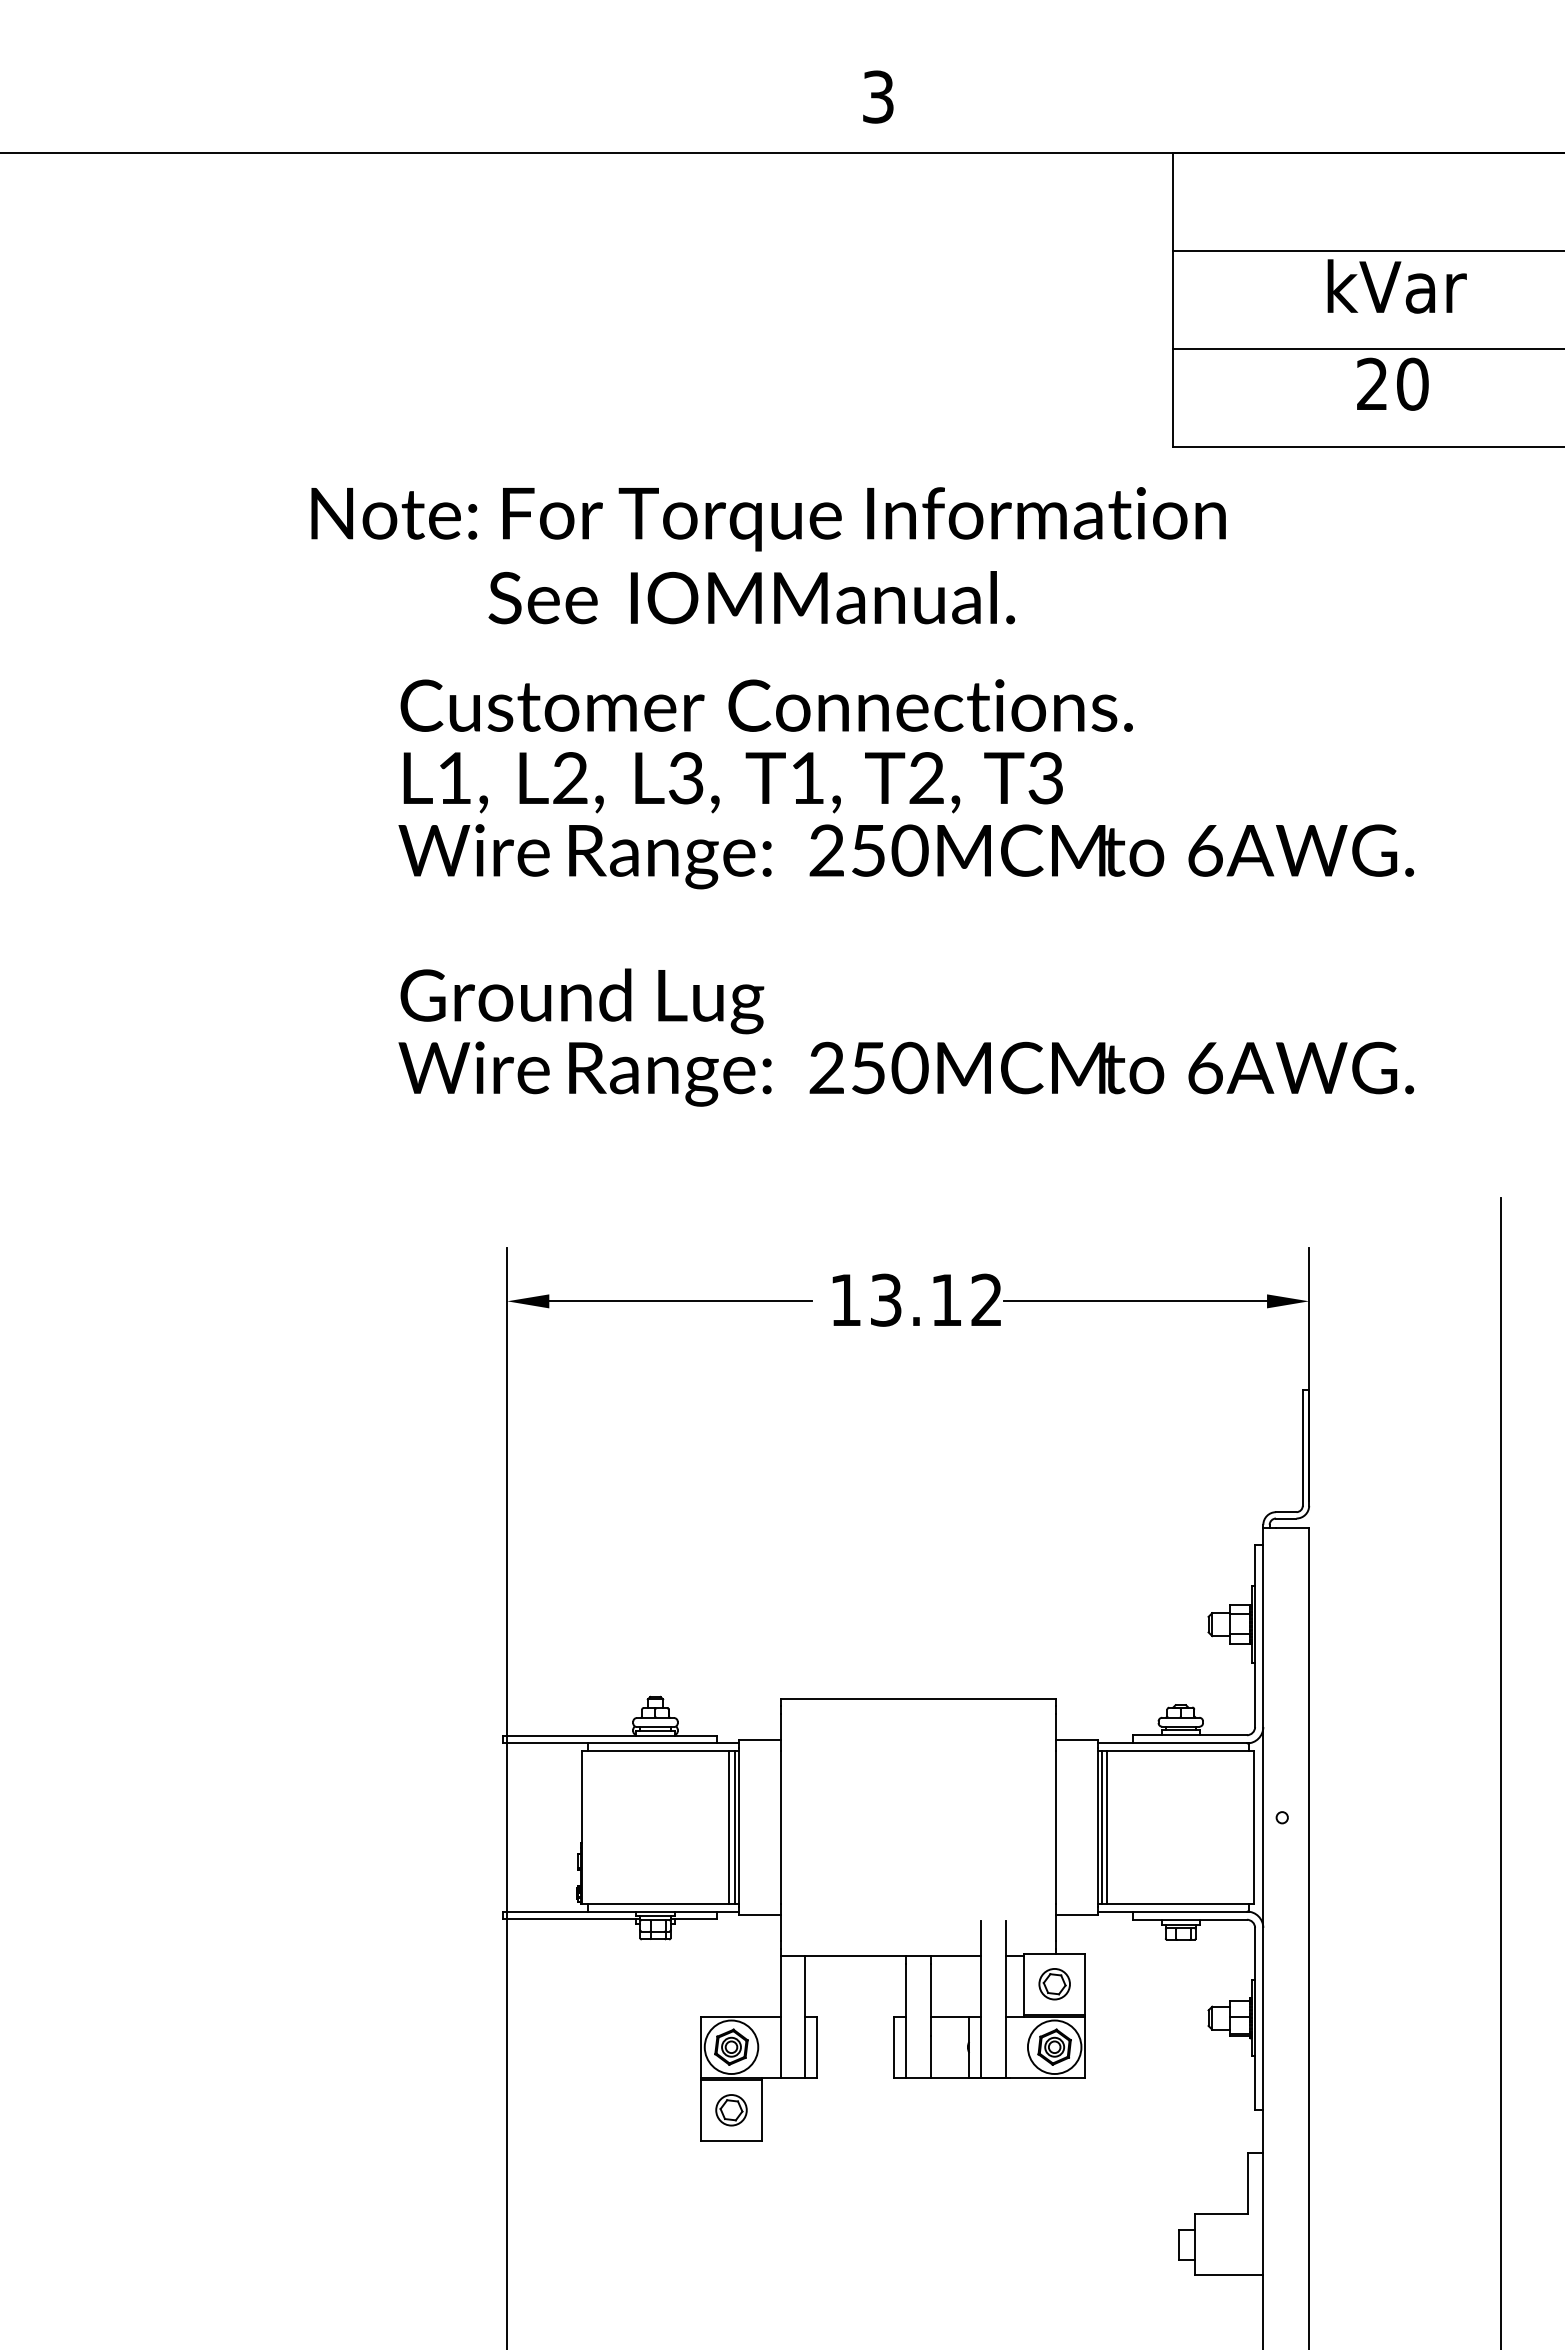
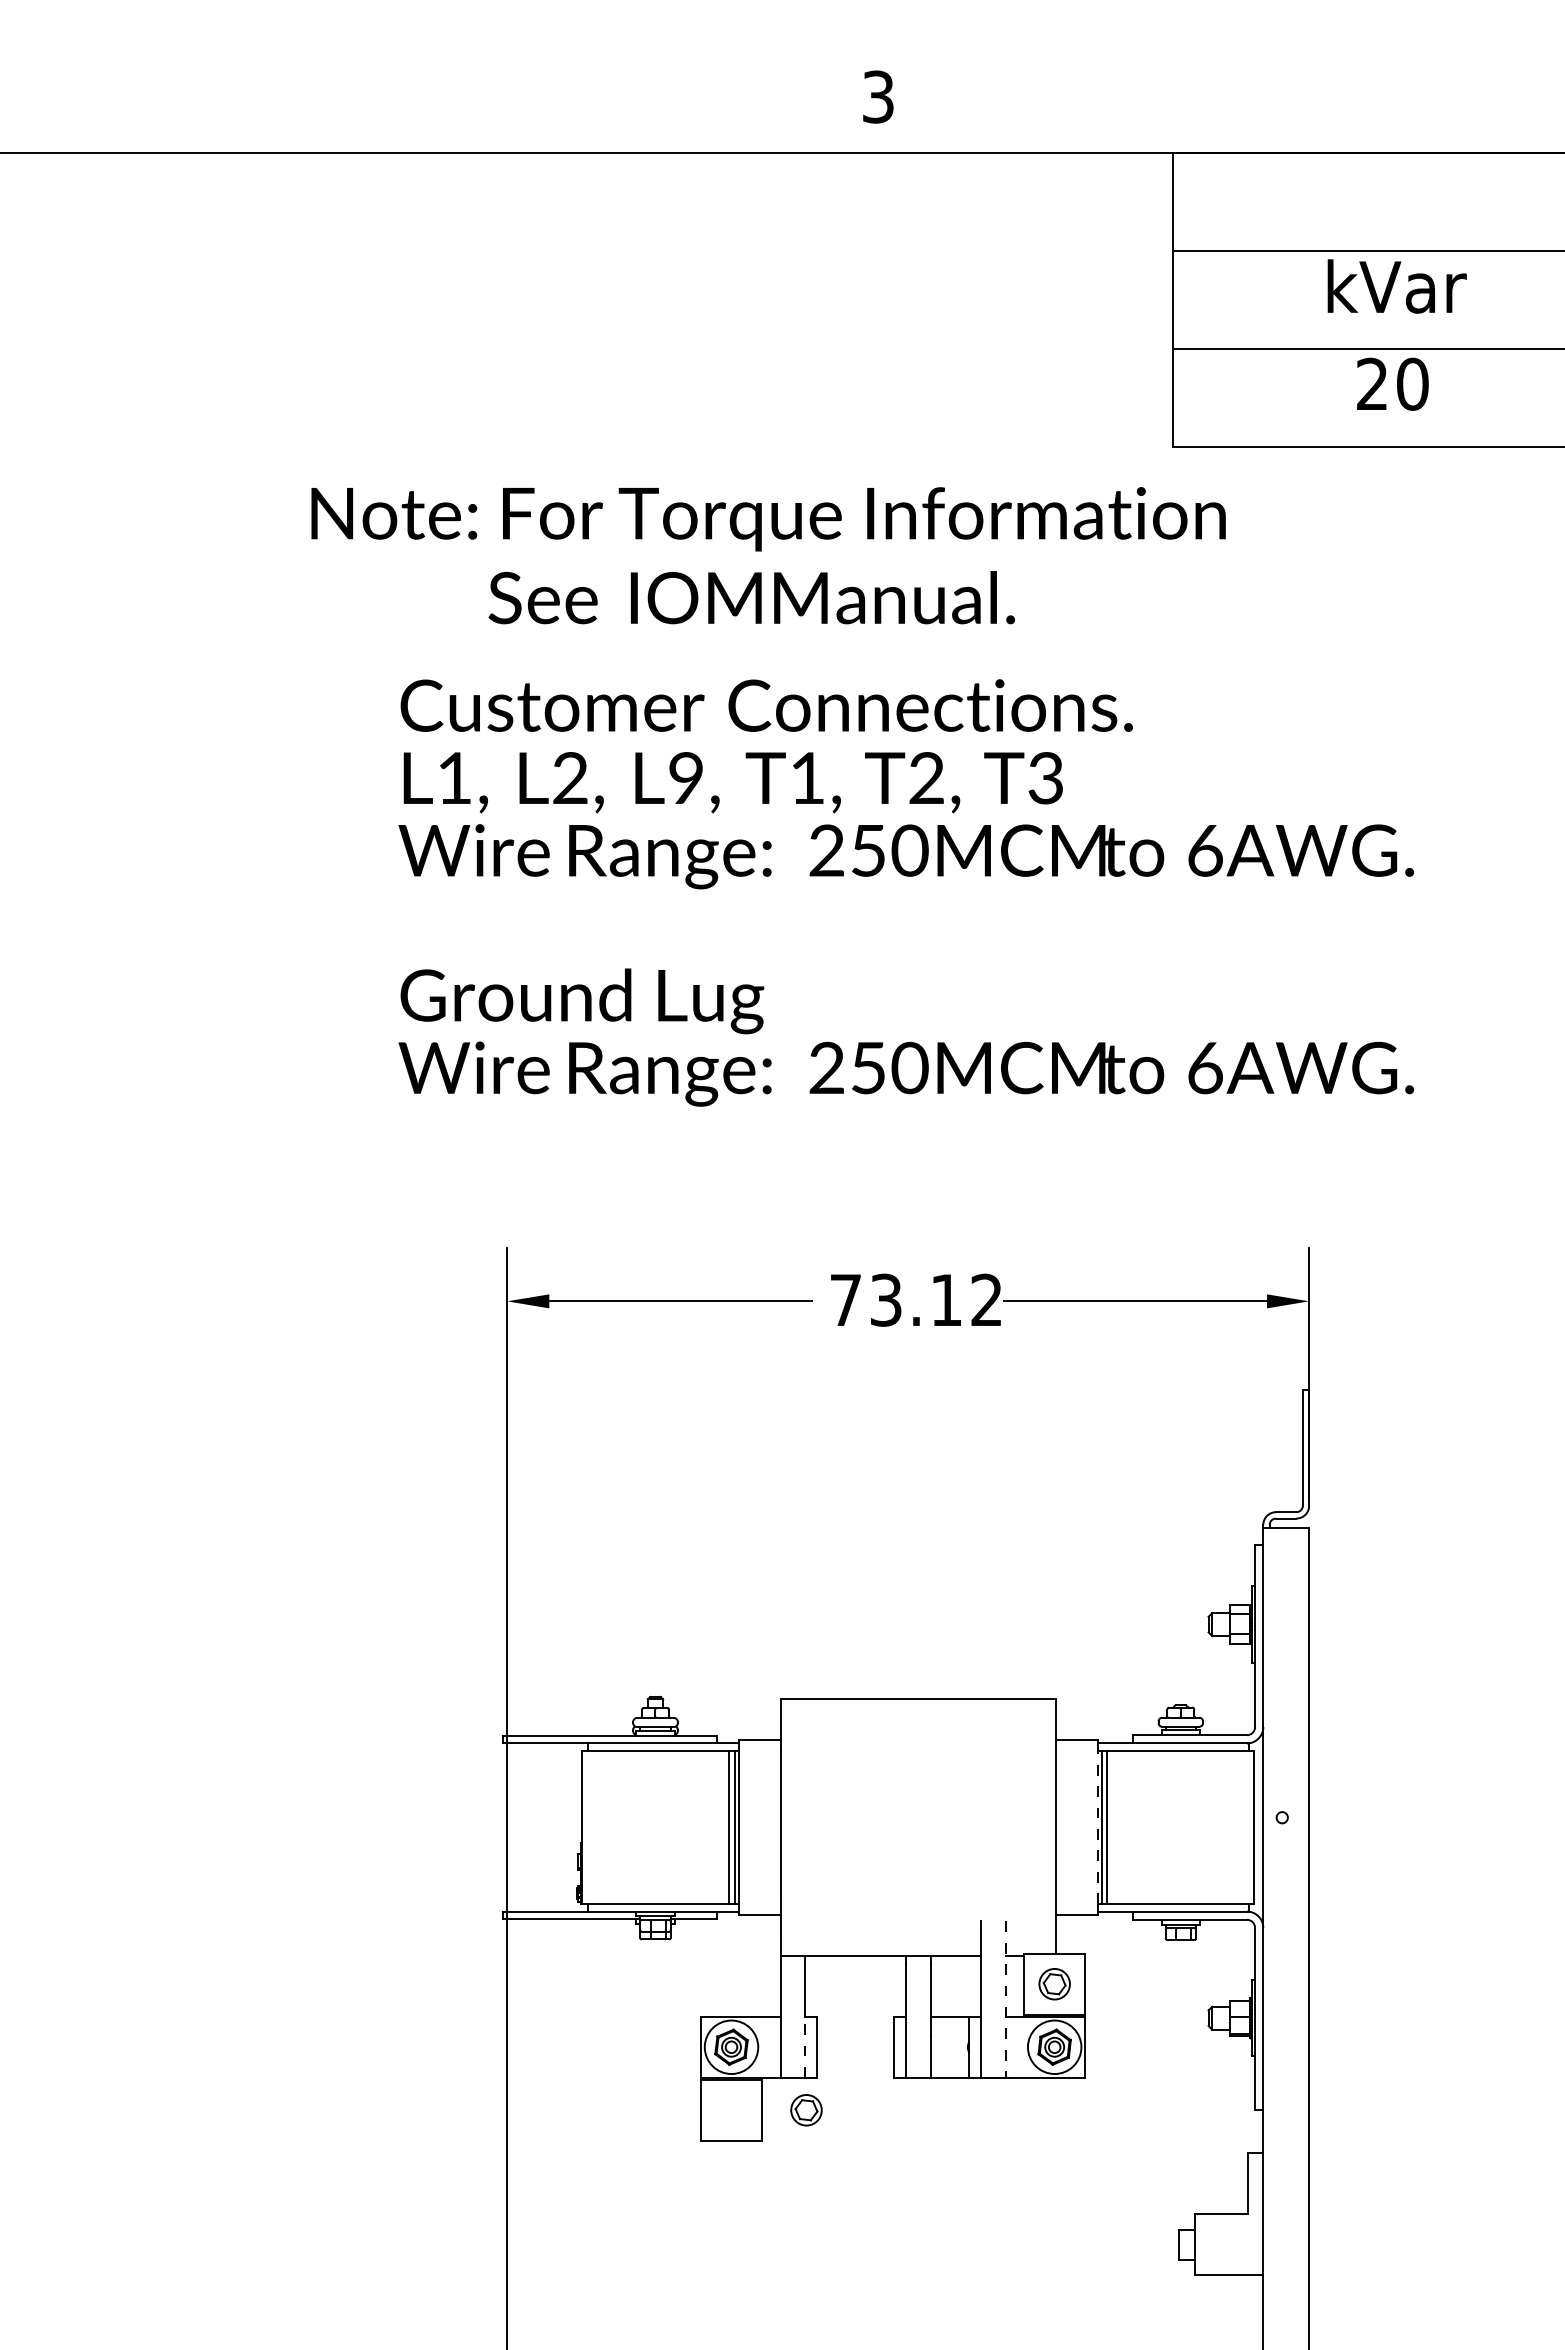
text at (686, 778): L3, -> L9,
text at (845, 1299): 13.12 -> 73.12
line at (1501, 1772): present -> none
line at (1097, 1827): solid -> dashed
line at (1005, 2000): solid -> dashed
line at (805, 2047): solid -> dashed
part at (731, 2110) position: (731, 2110) -> (806, 2110)
